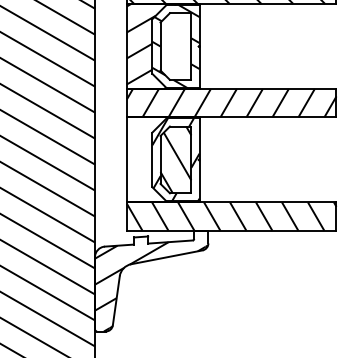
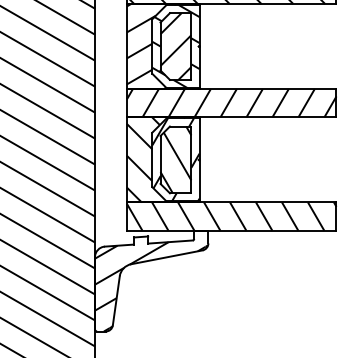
hatch at (175, 46): none -> present
hatch at (155, 159): none -> present
